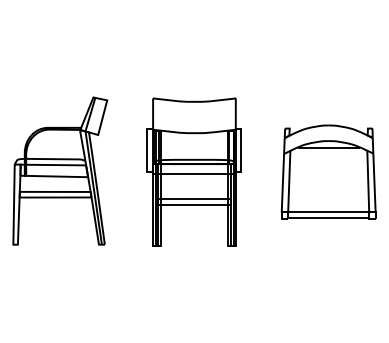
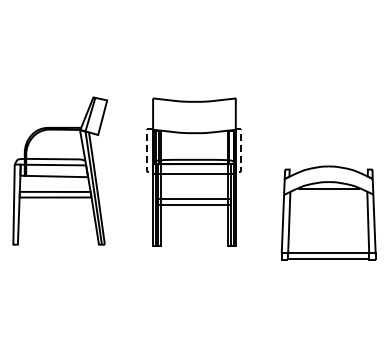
line at (147, 150): solid -> dashed
line at (241, 150): solid -> dashed
part at (328, 171) position: (328, 171) -> (328, 212)
